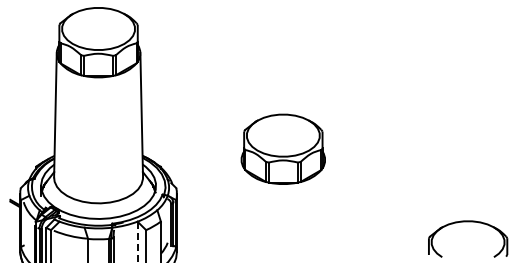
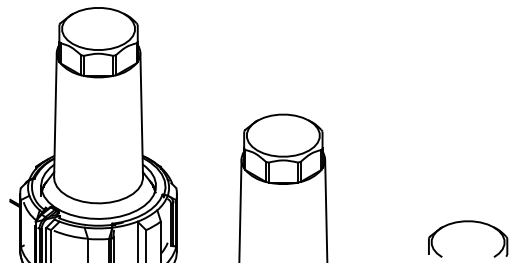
line at (240, 209): none -> present
line at (326, 209): none -> present
line at (137, 242): dashed -> solid
